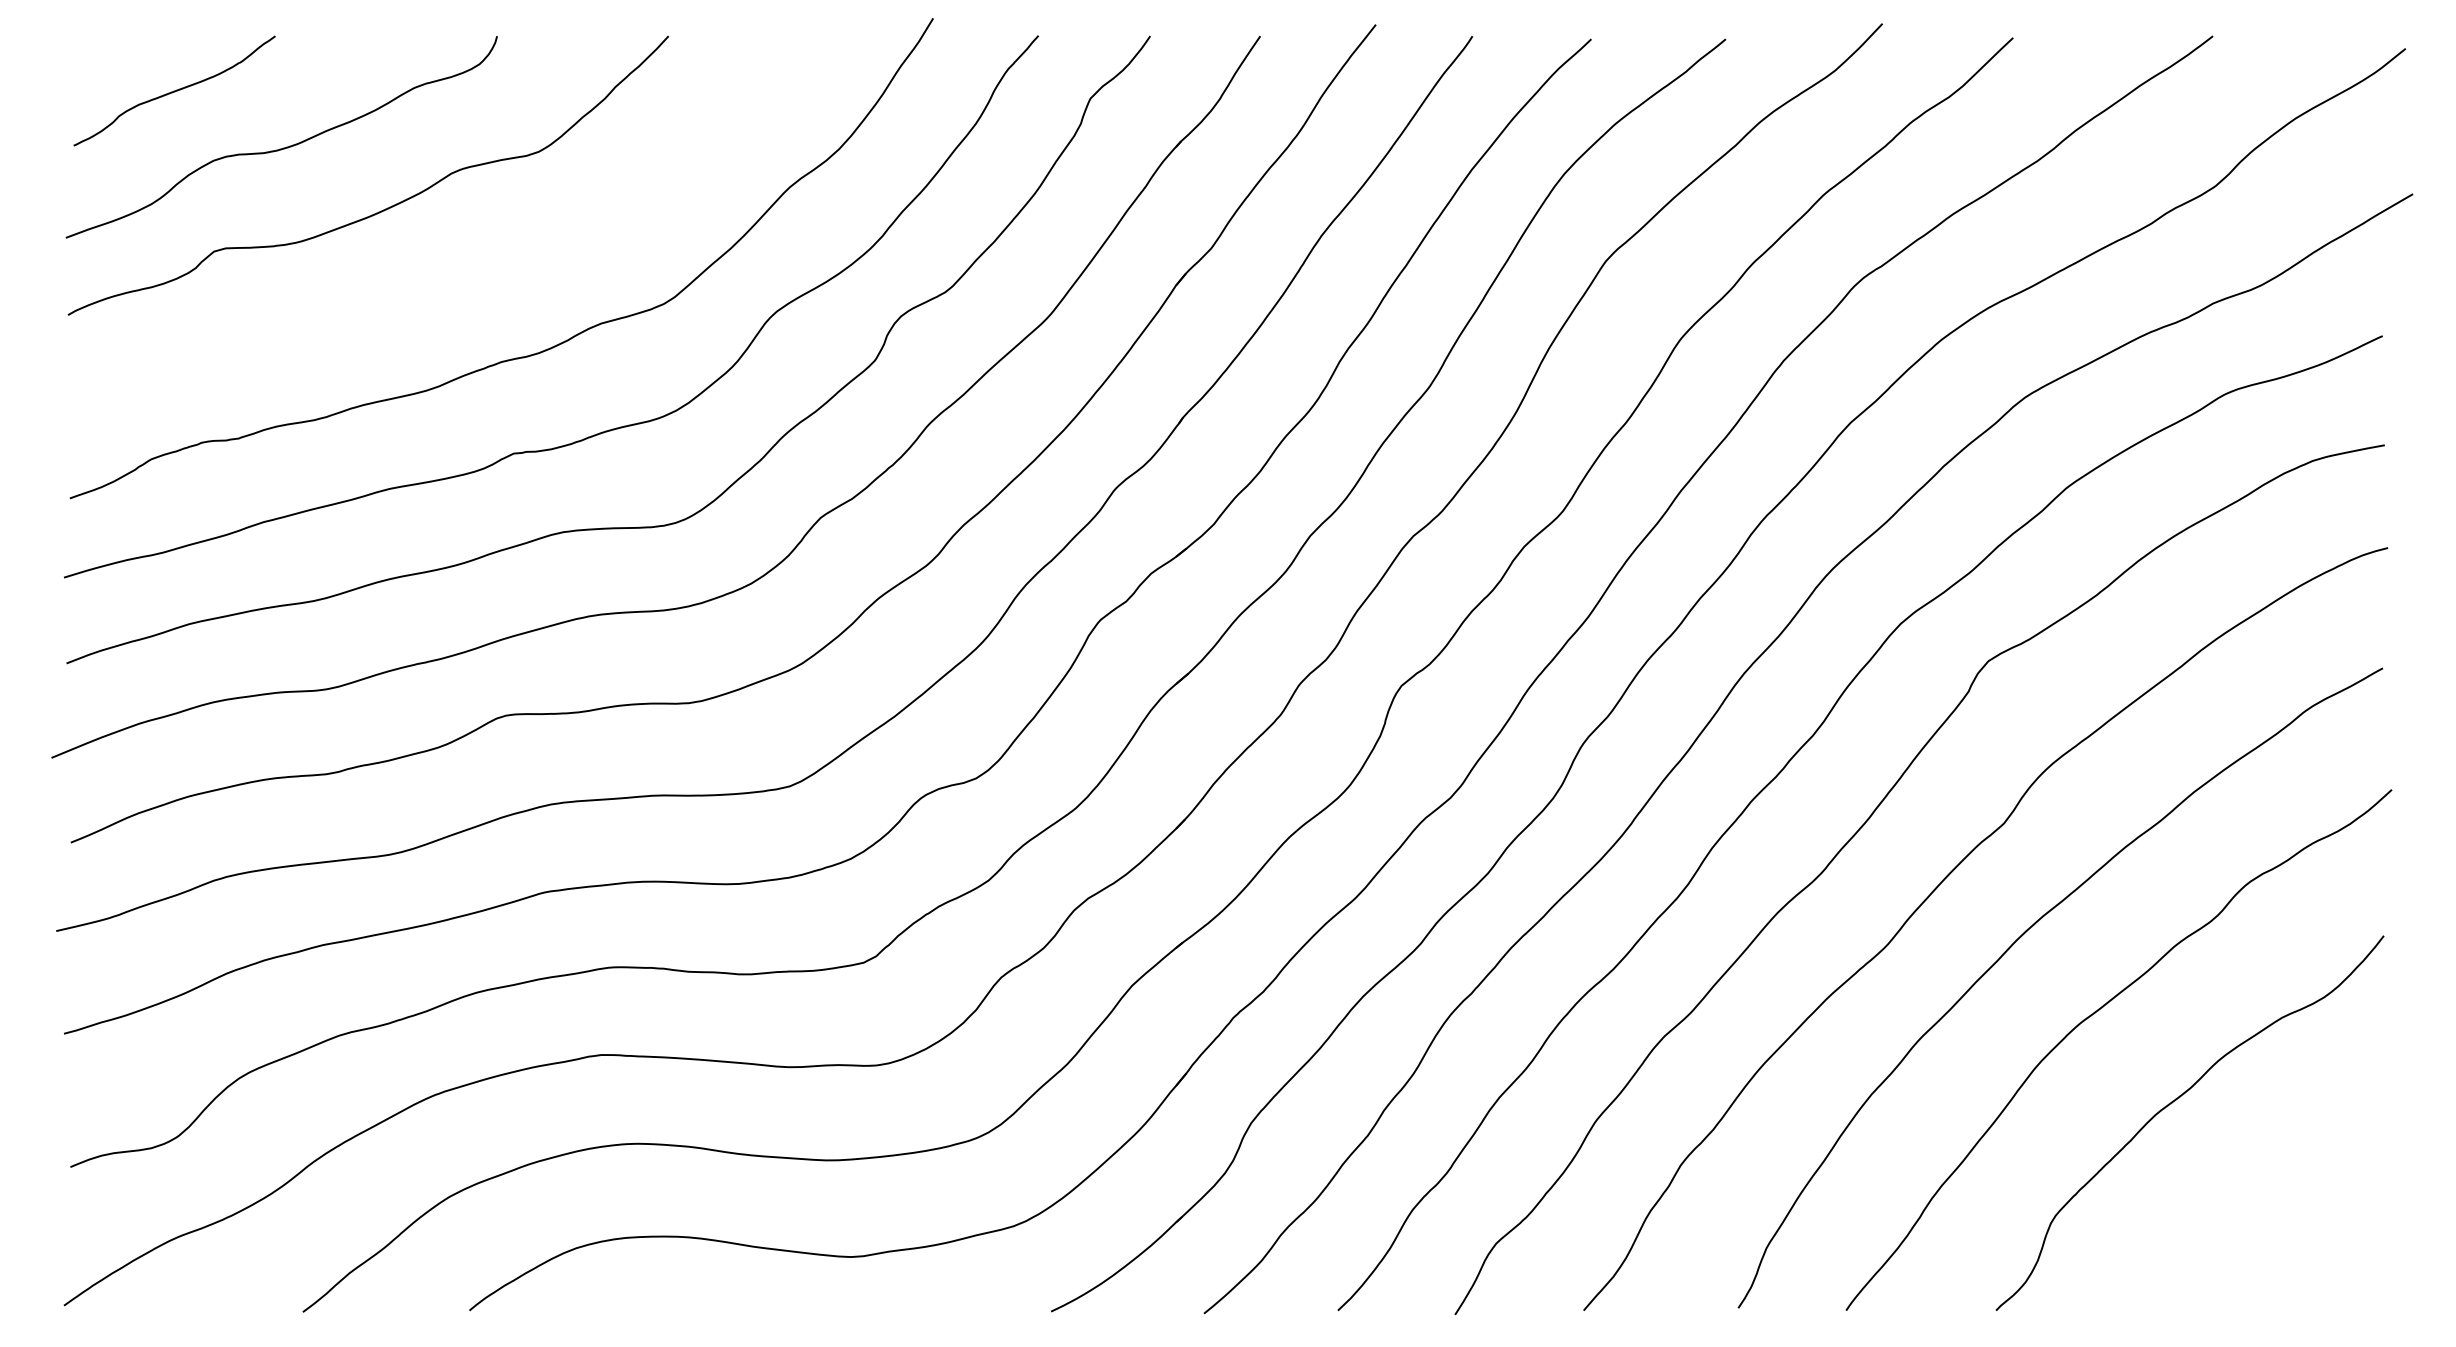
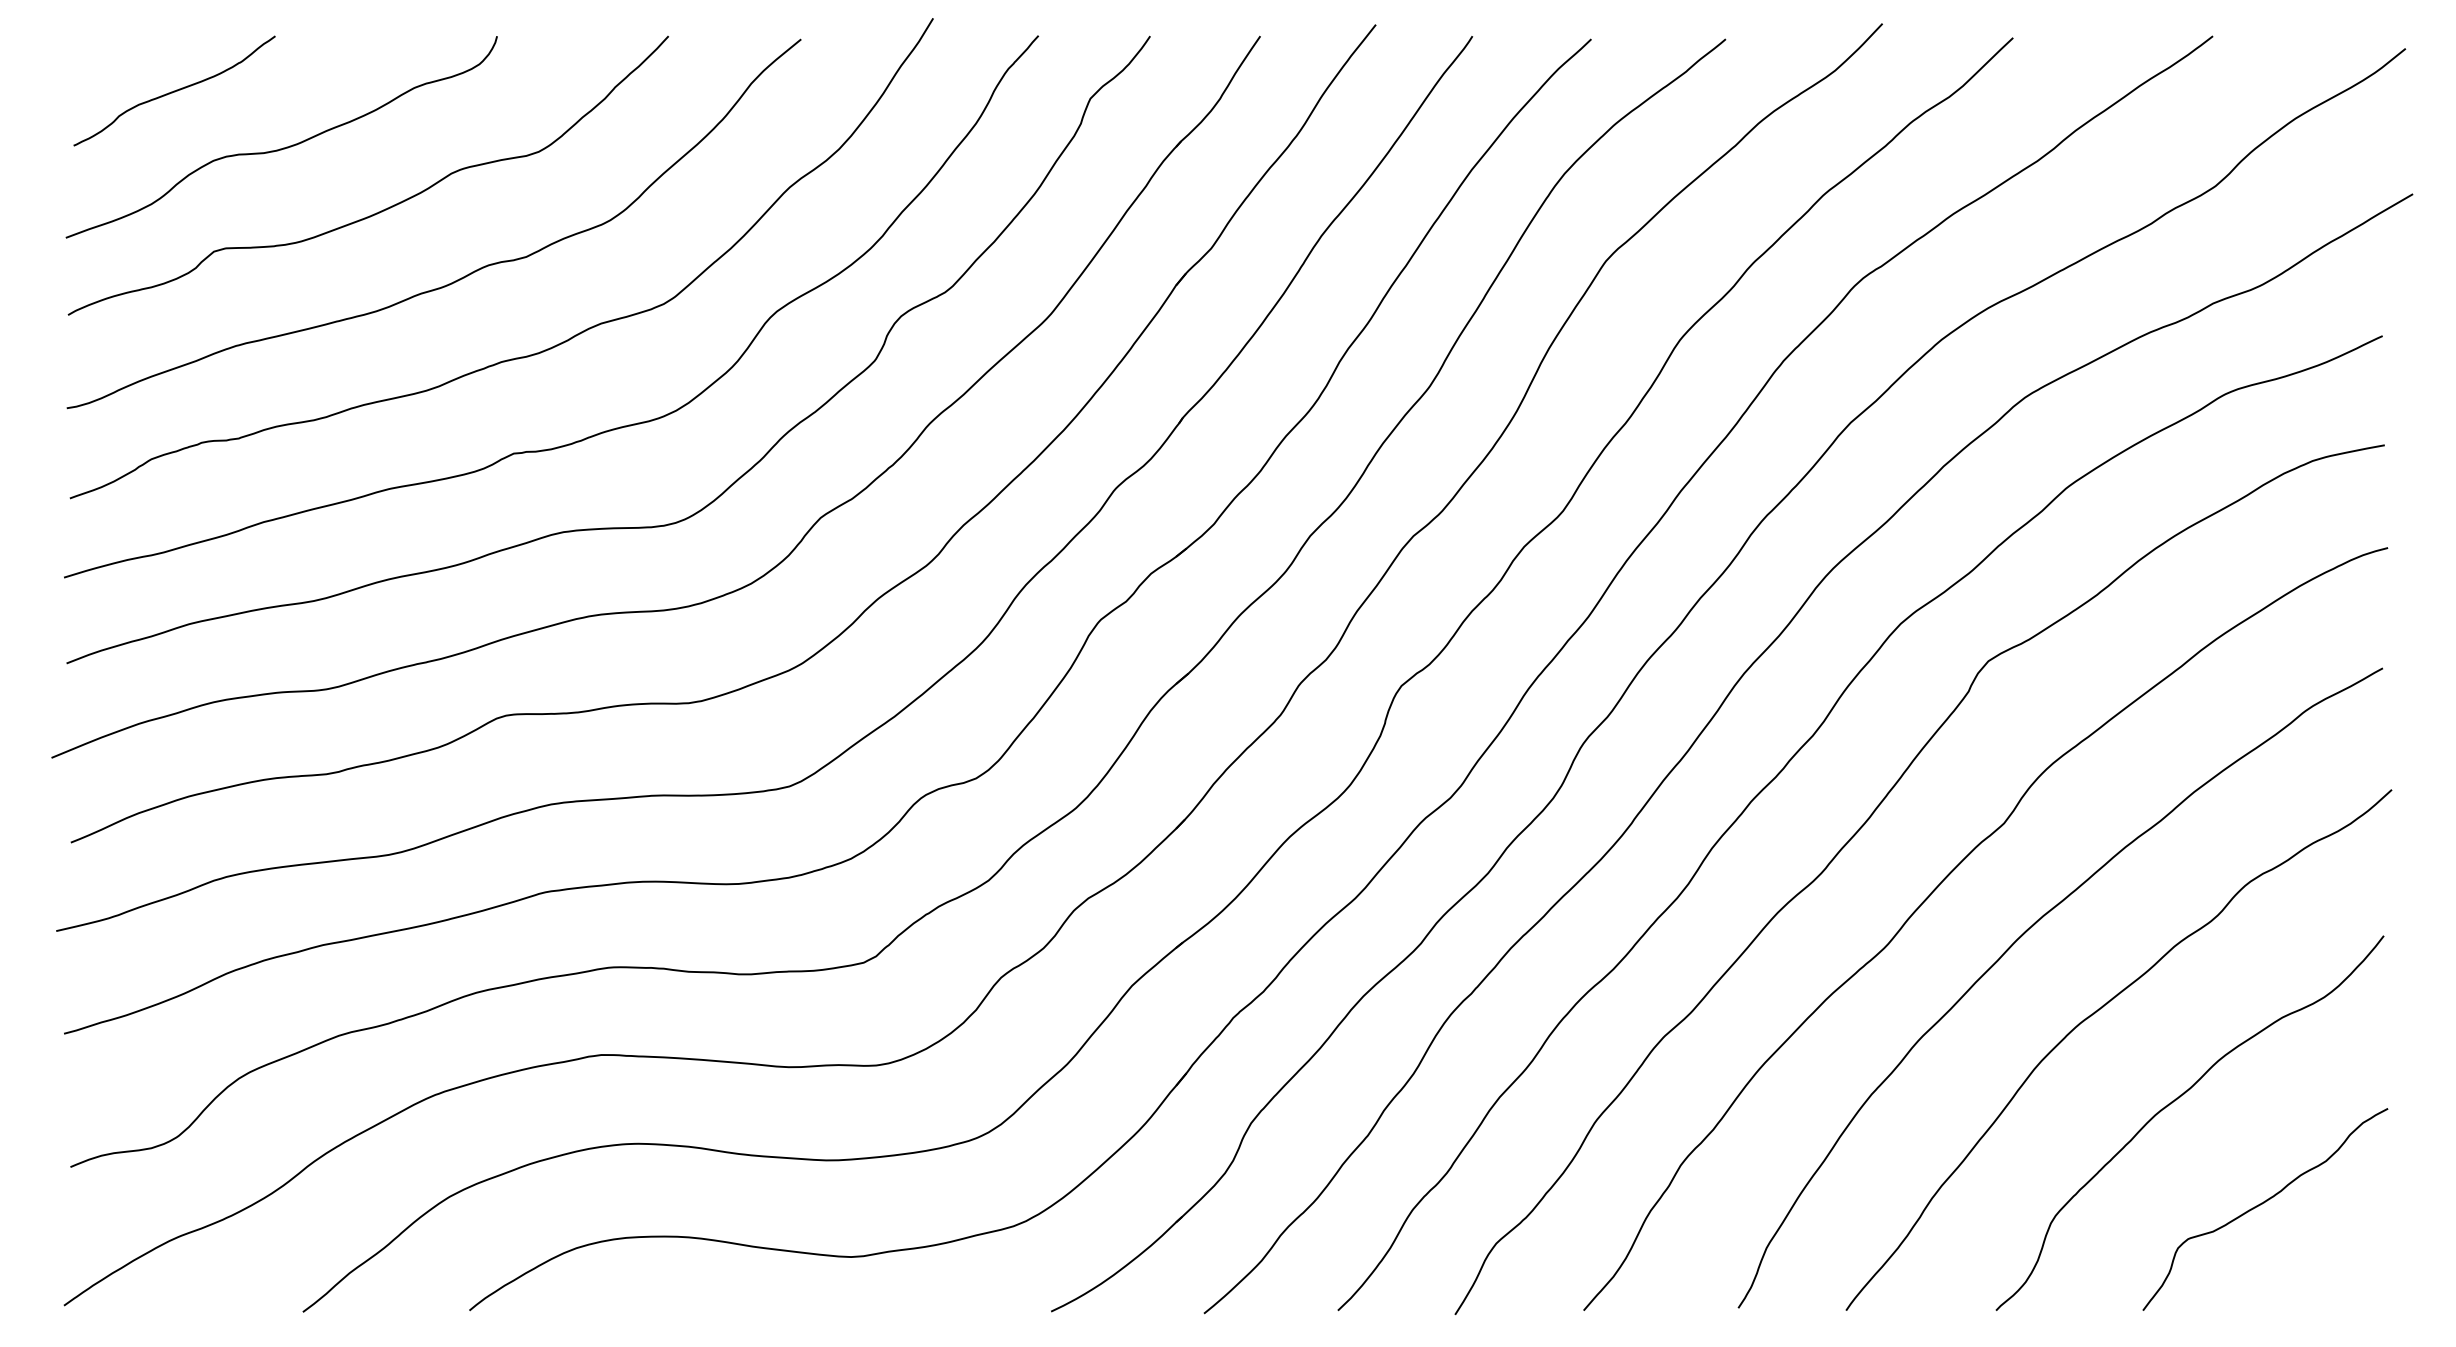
curve at (461, 277): none -> present
curve at (2262, 1204): none -> present
